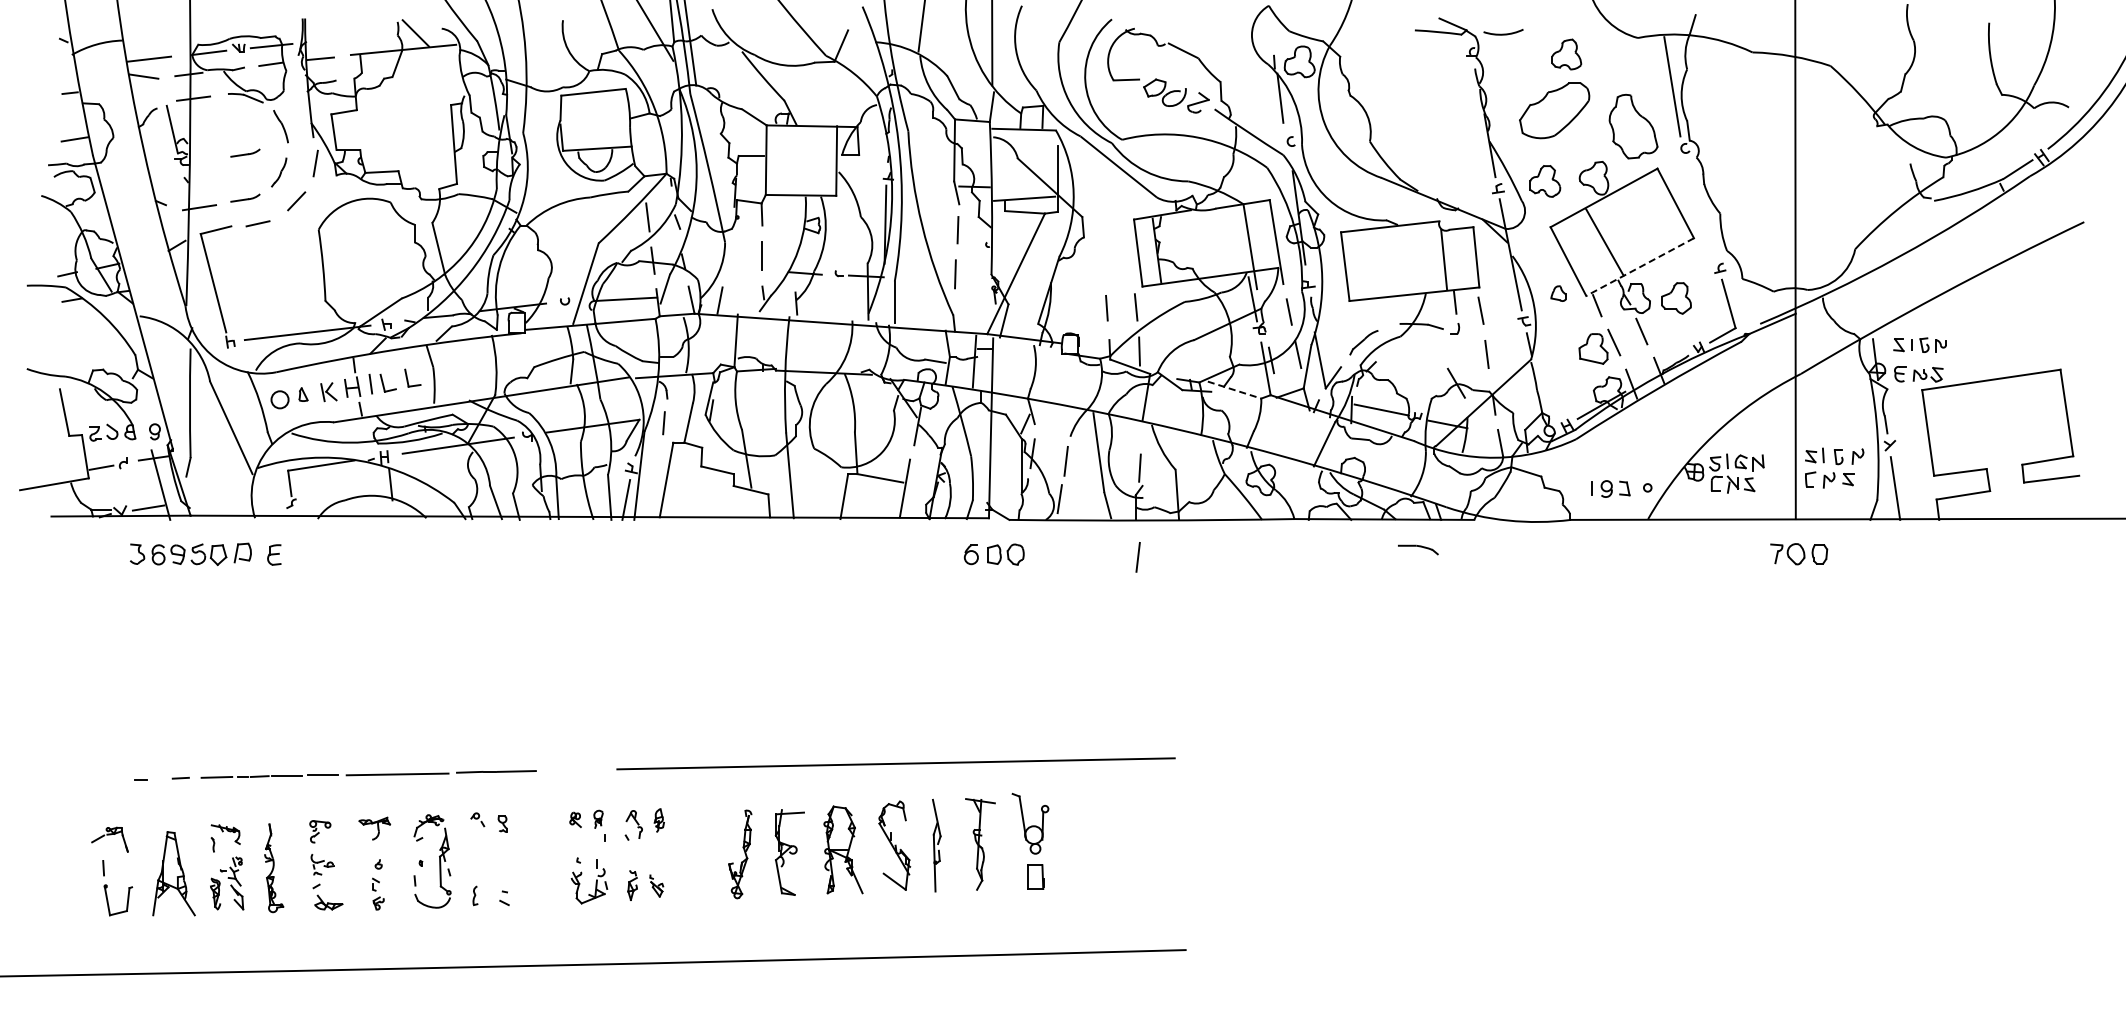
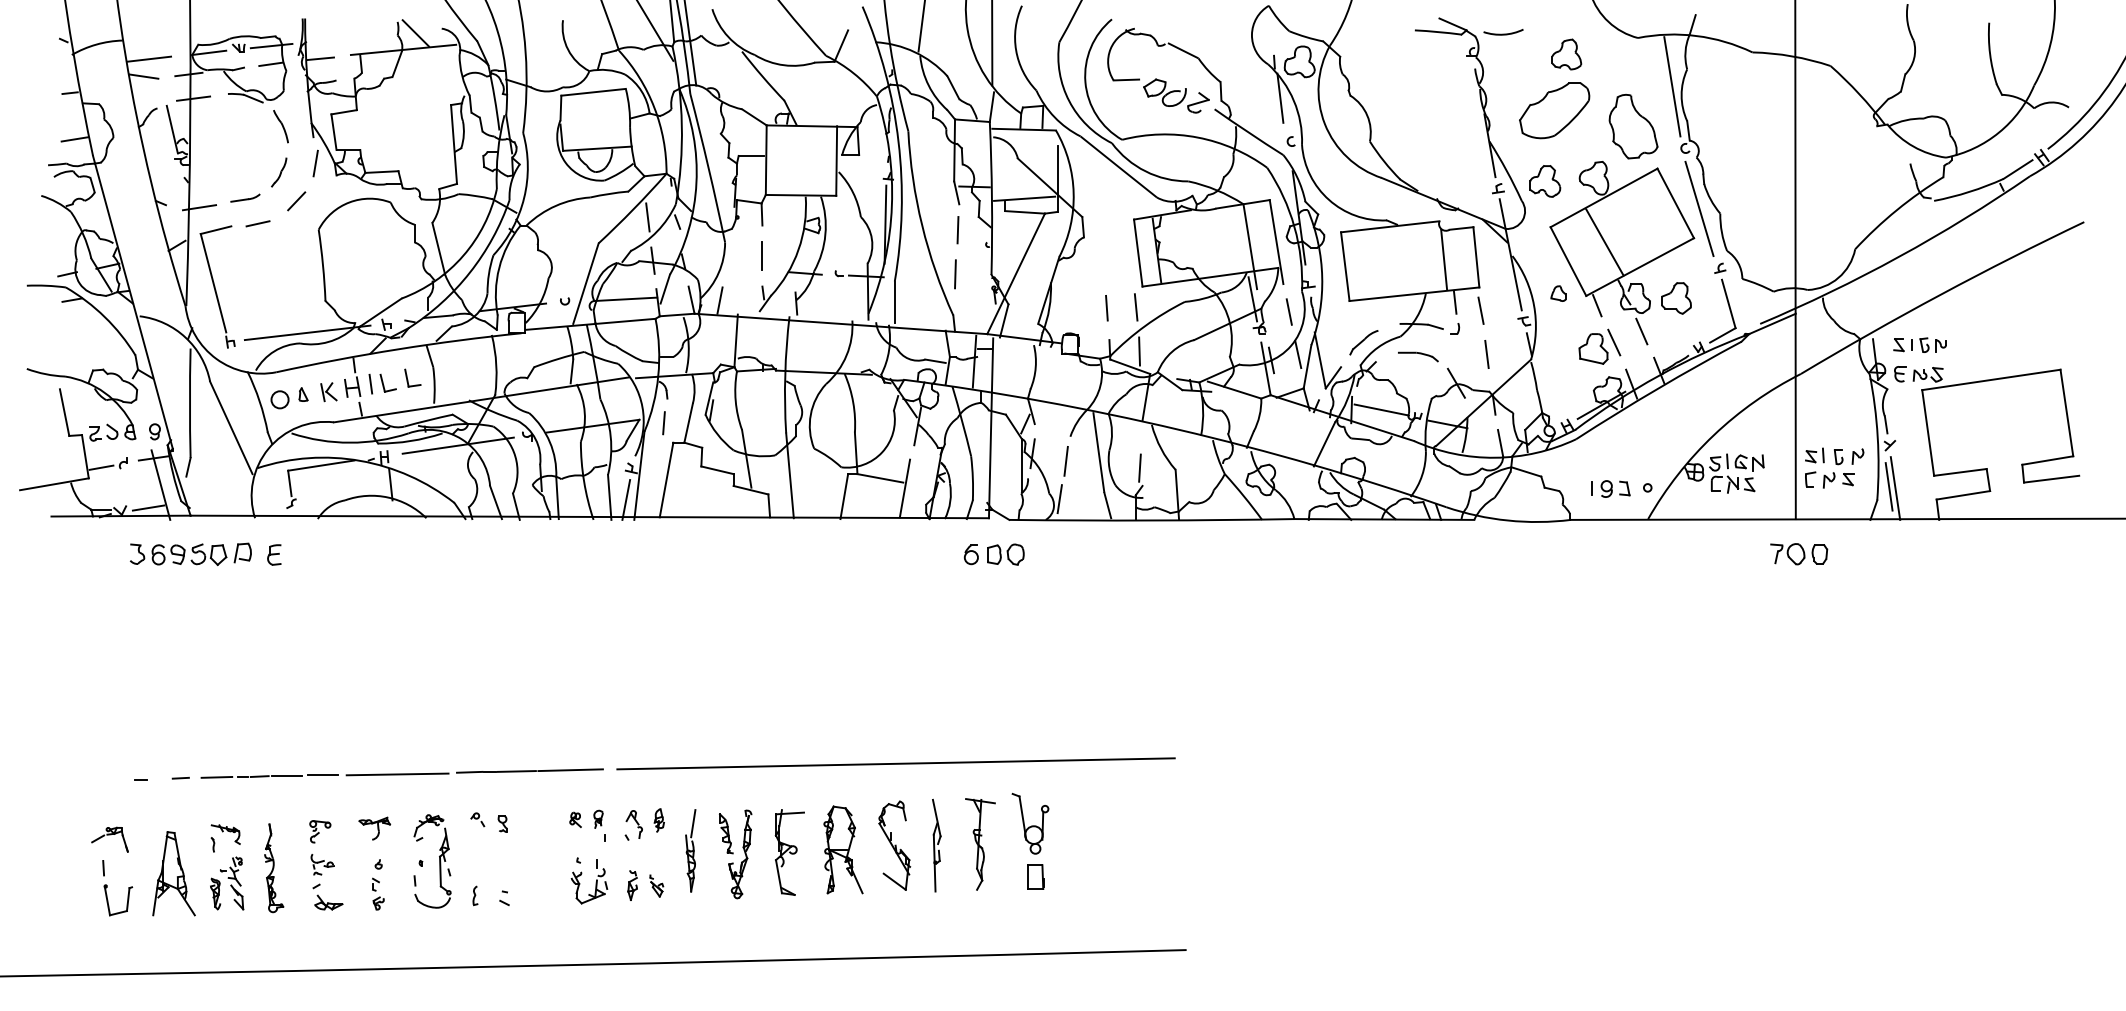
part at (245, 152): present -> none
line at (1699, 208): none -> present
line at (1639, 267): dashed -> solid
line at (1235, 390): dashed -> solid
line at (1888, 486): none -> present
part at (1418, 549) position: (1418, 549) -> (1418, 356)
line at (1137, 557): present -> none
line at (570, 770): none -> present
part at (726, 833): none -> present
part at (690, 850): none -> present
